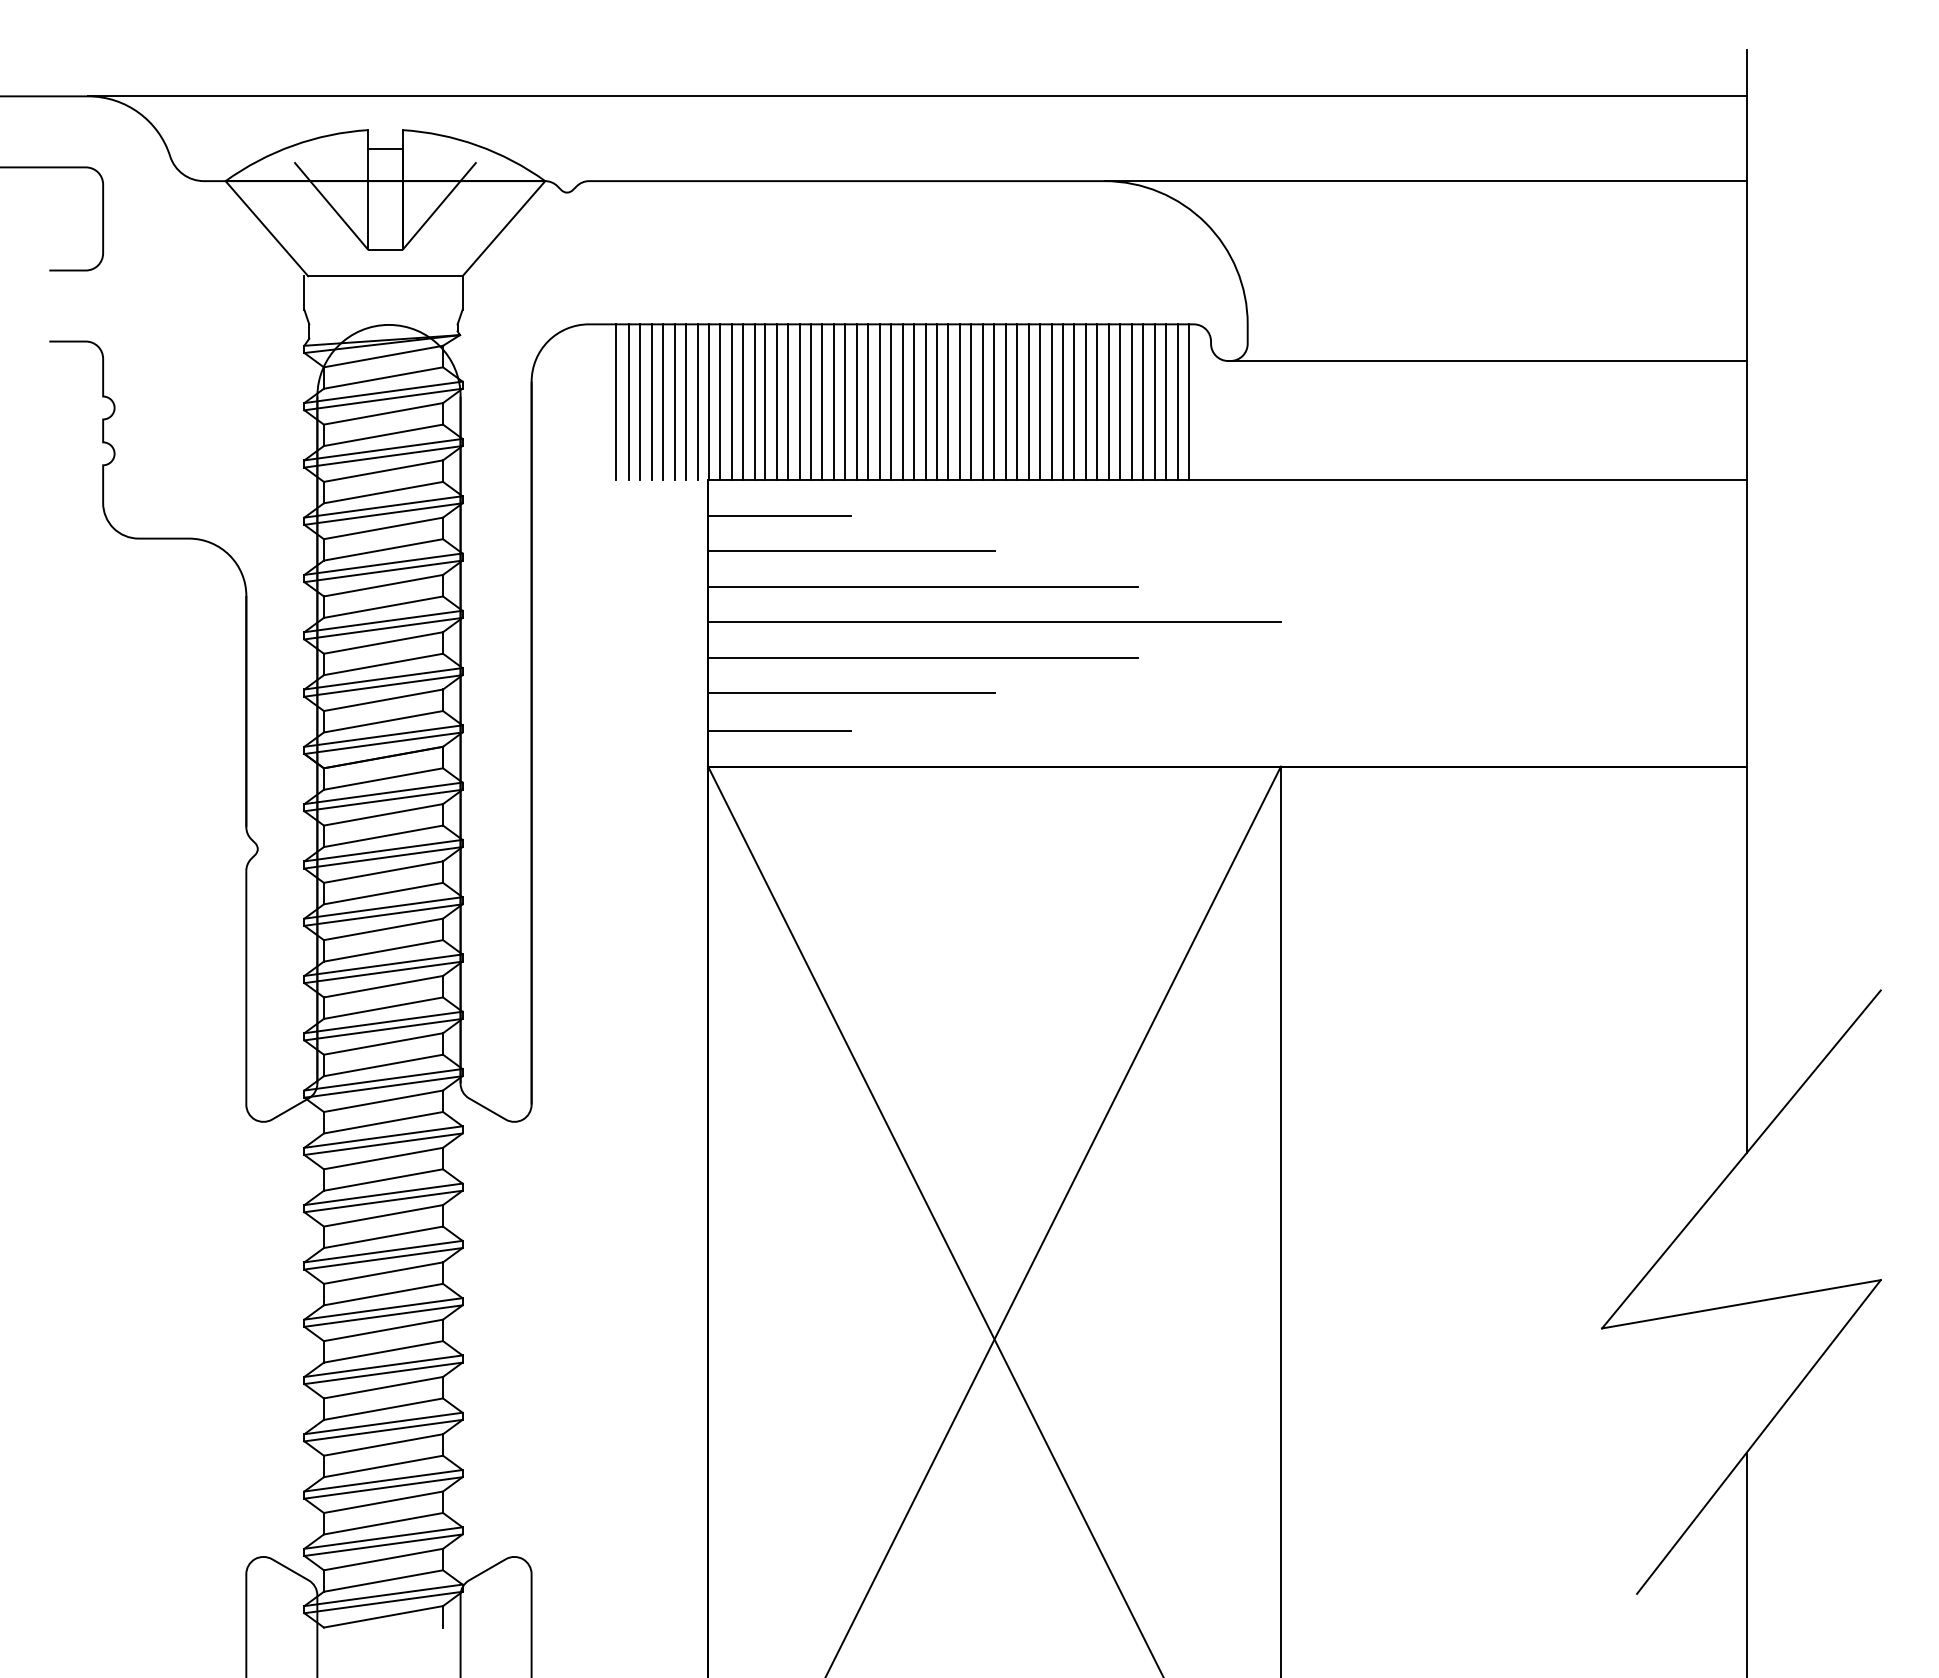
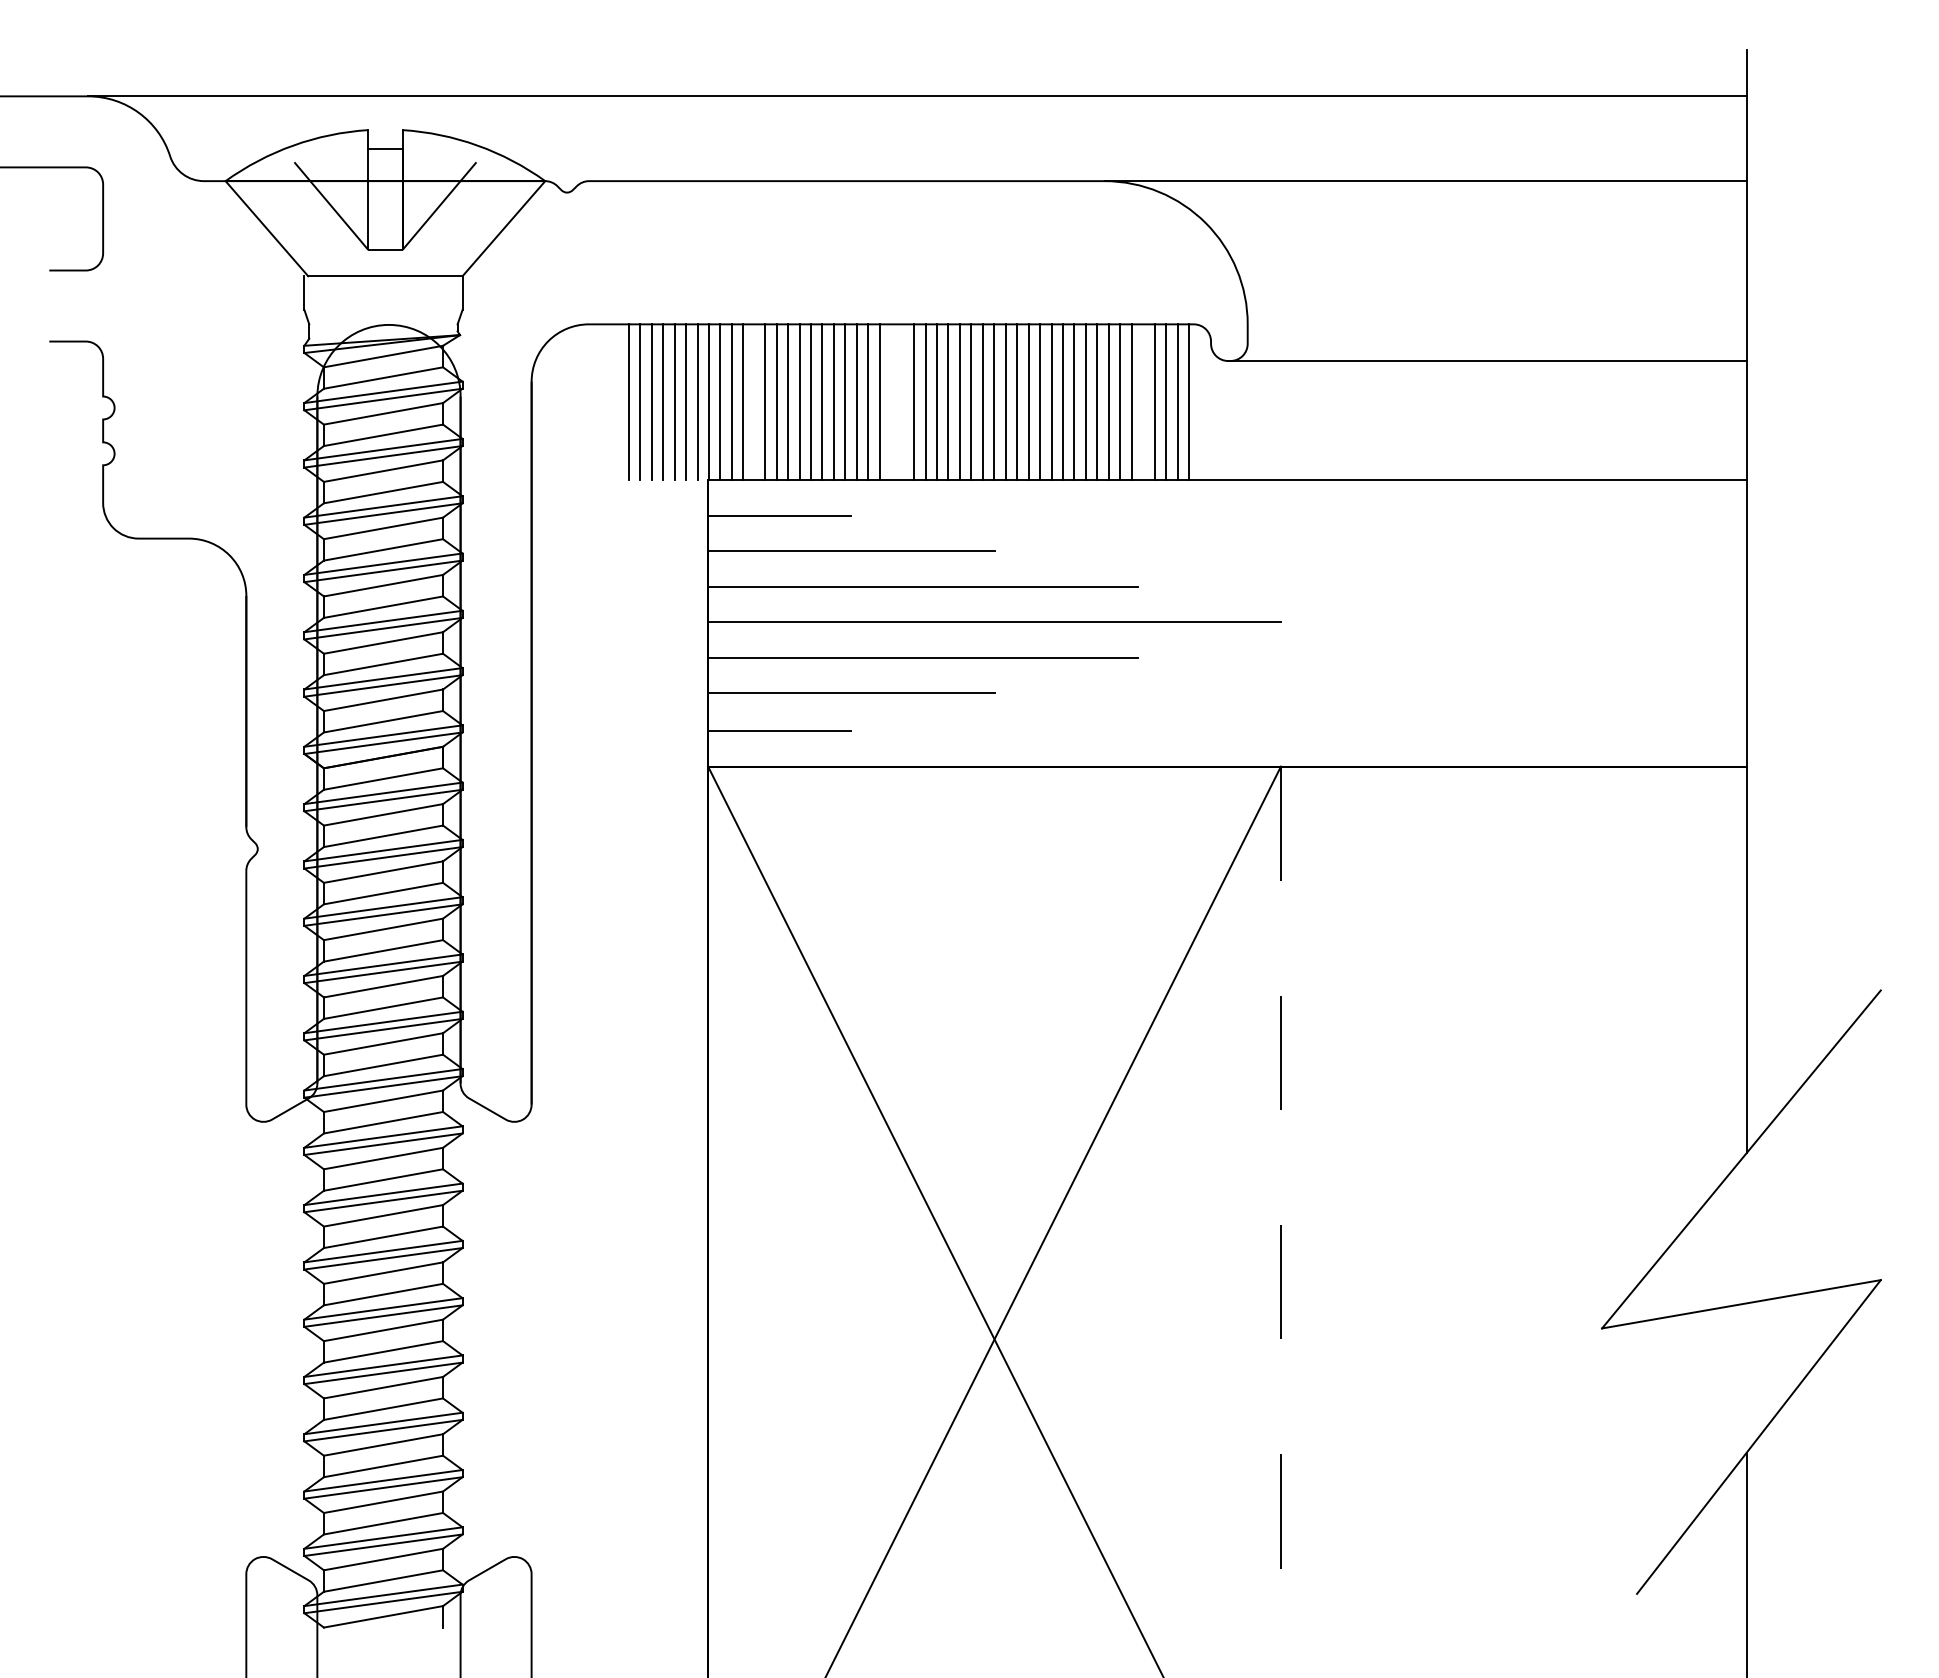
line at (616, 402): present -> none
line at (754, 402): present -> none
line at (891, 402): present -> none
line at (902, 402): present -> none
line at (1143, 402): present -> none
line at (1280, 1222): solid -> dashed
